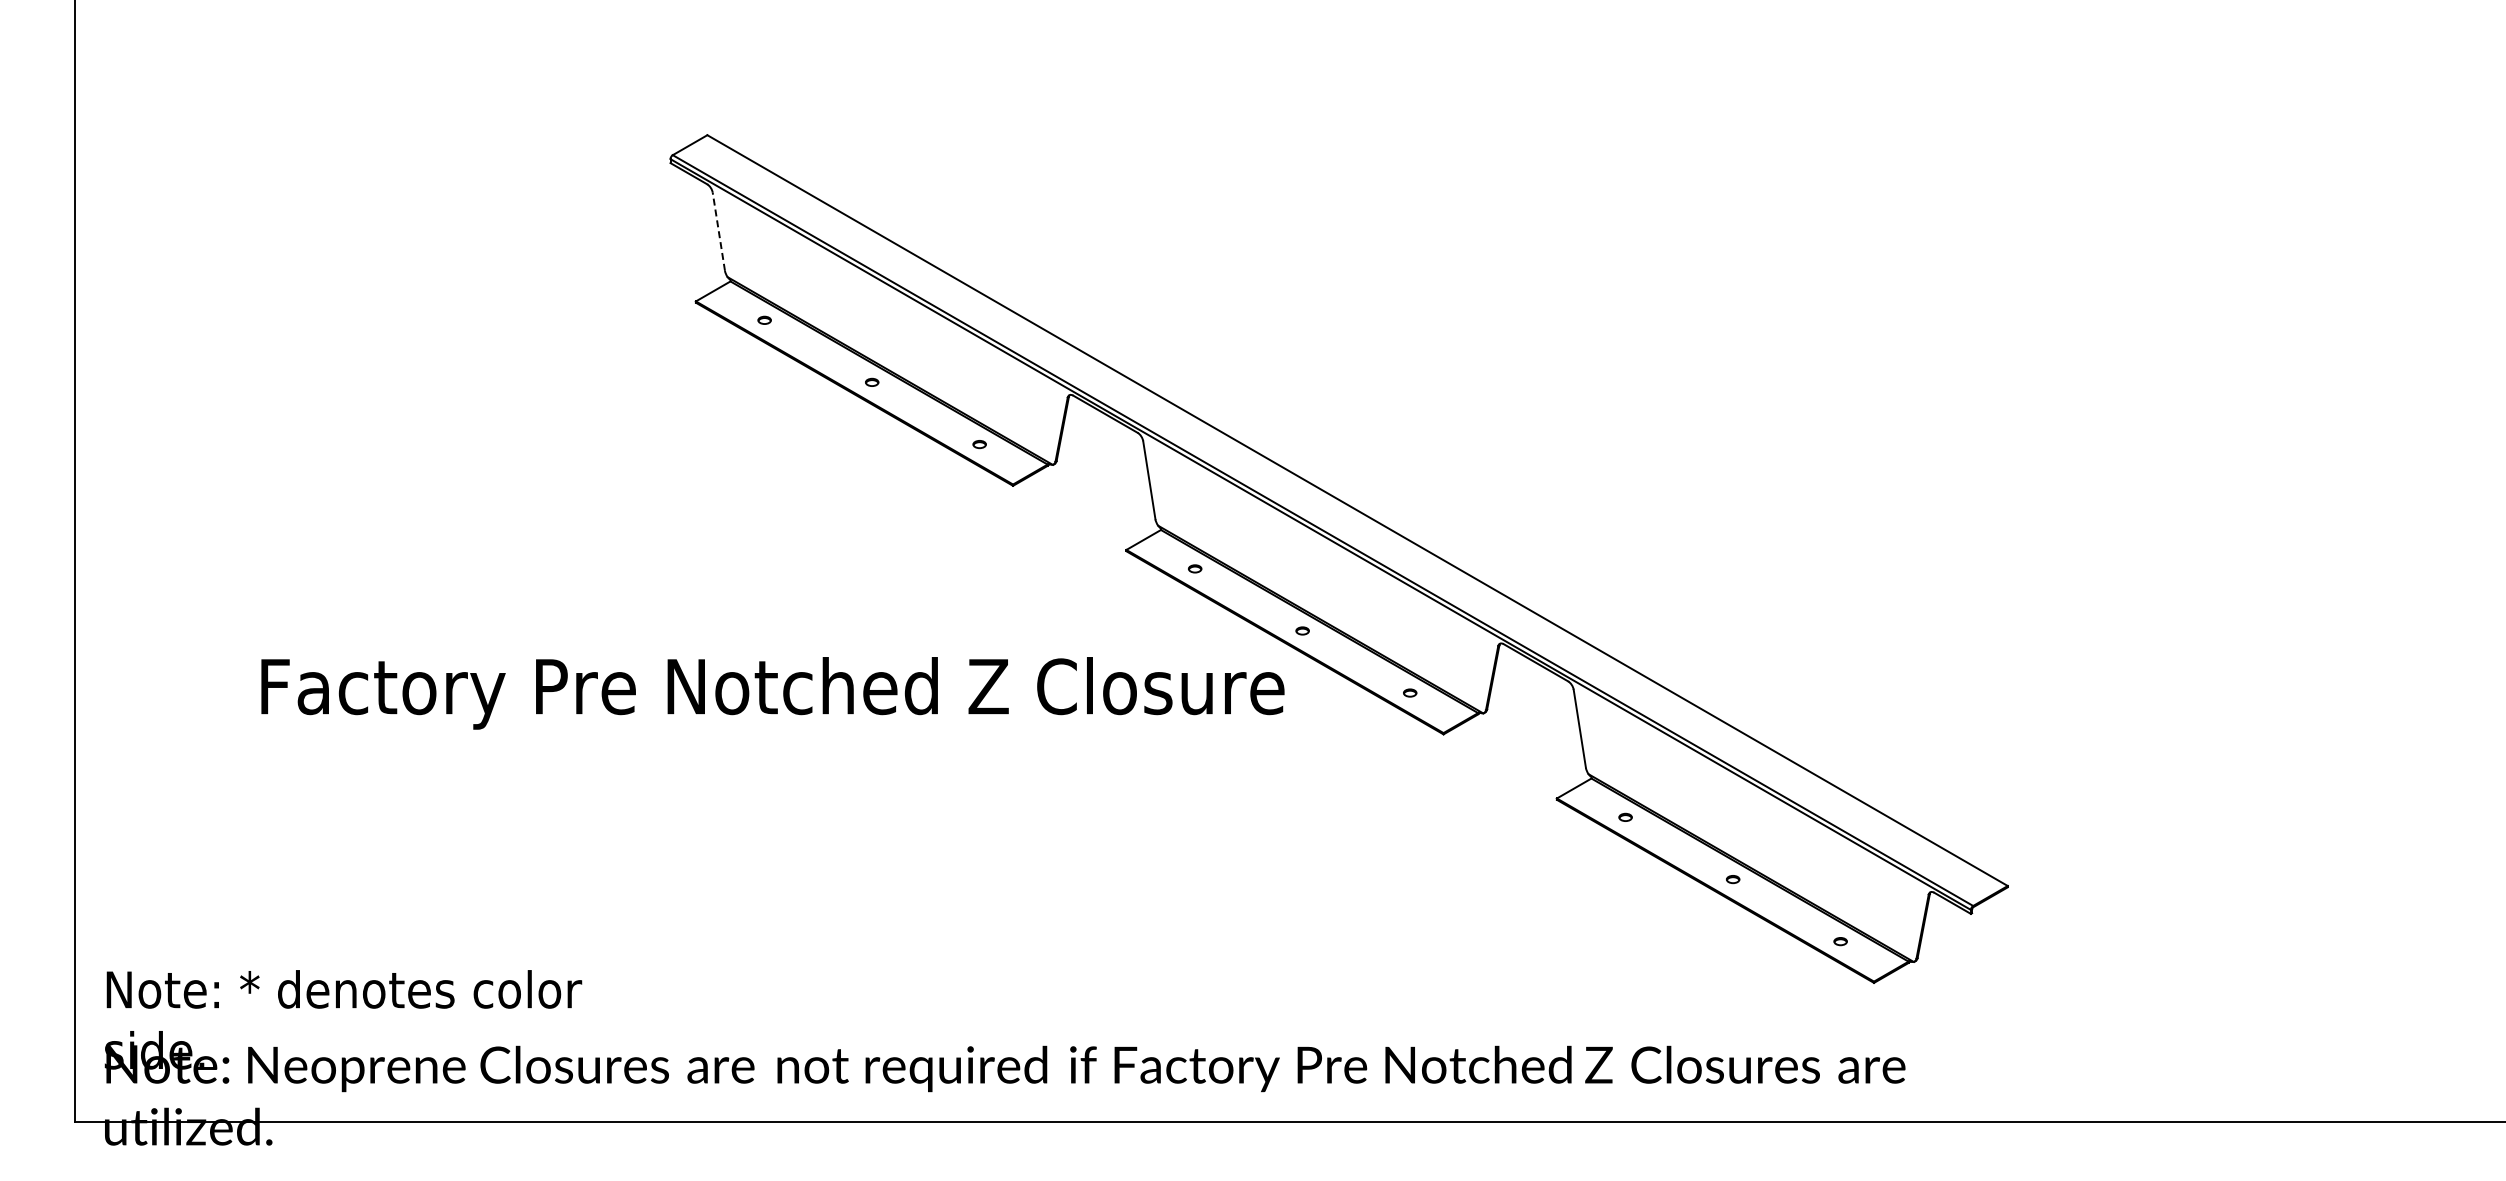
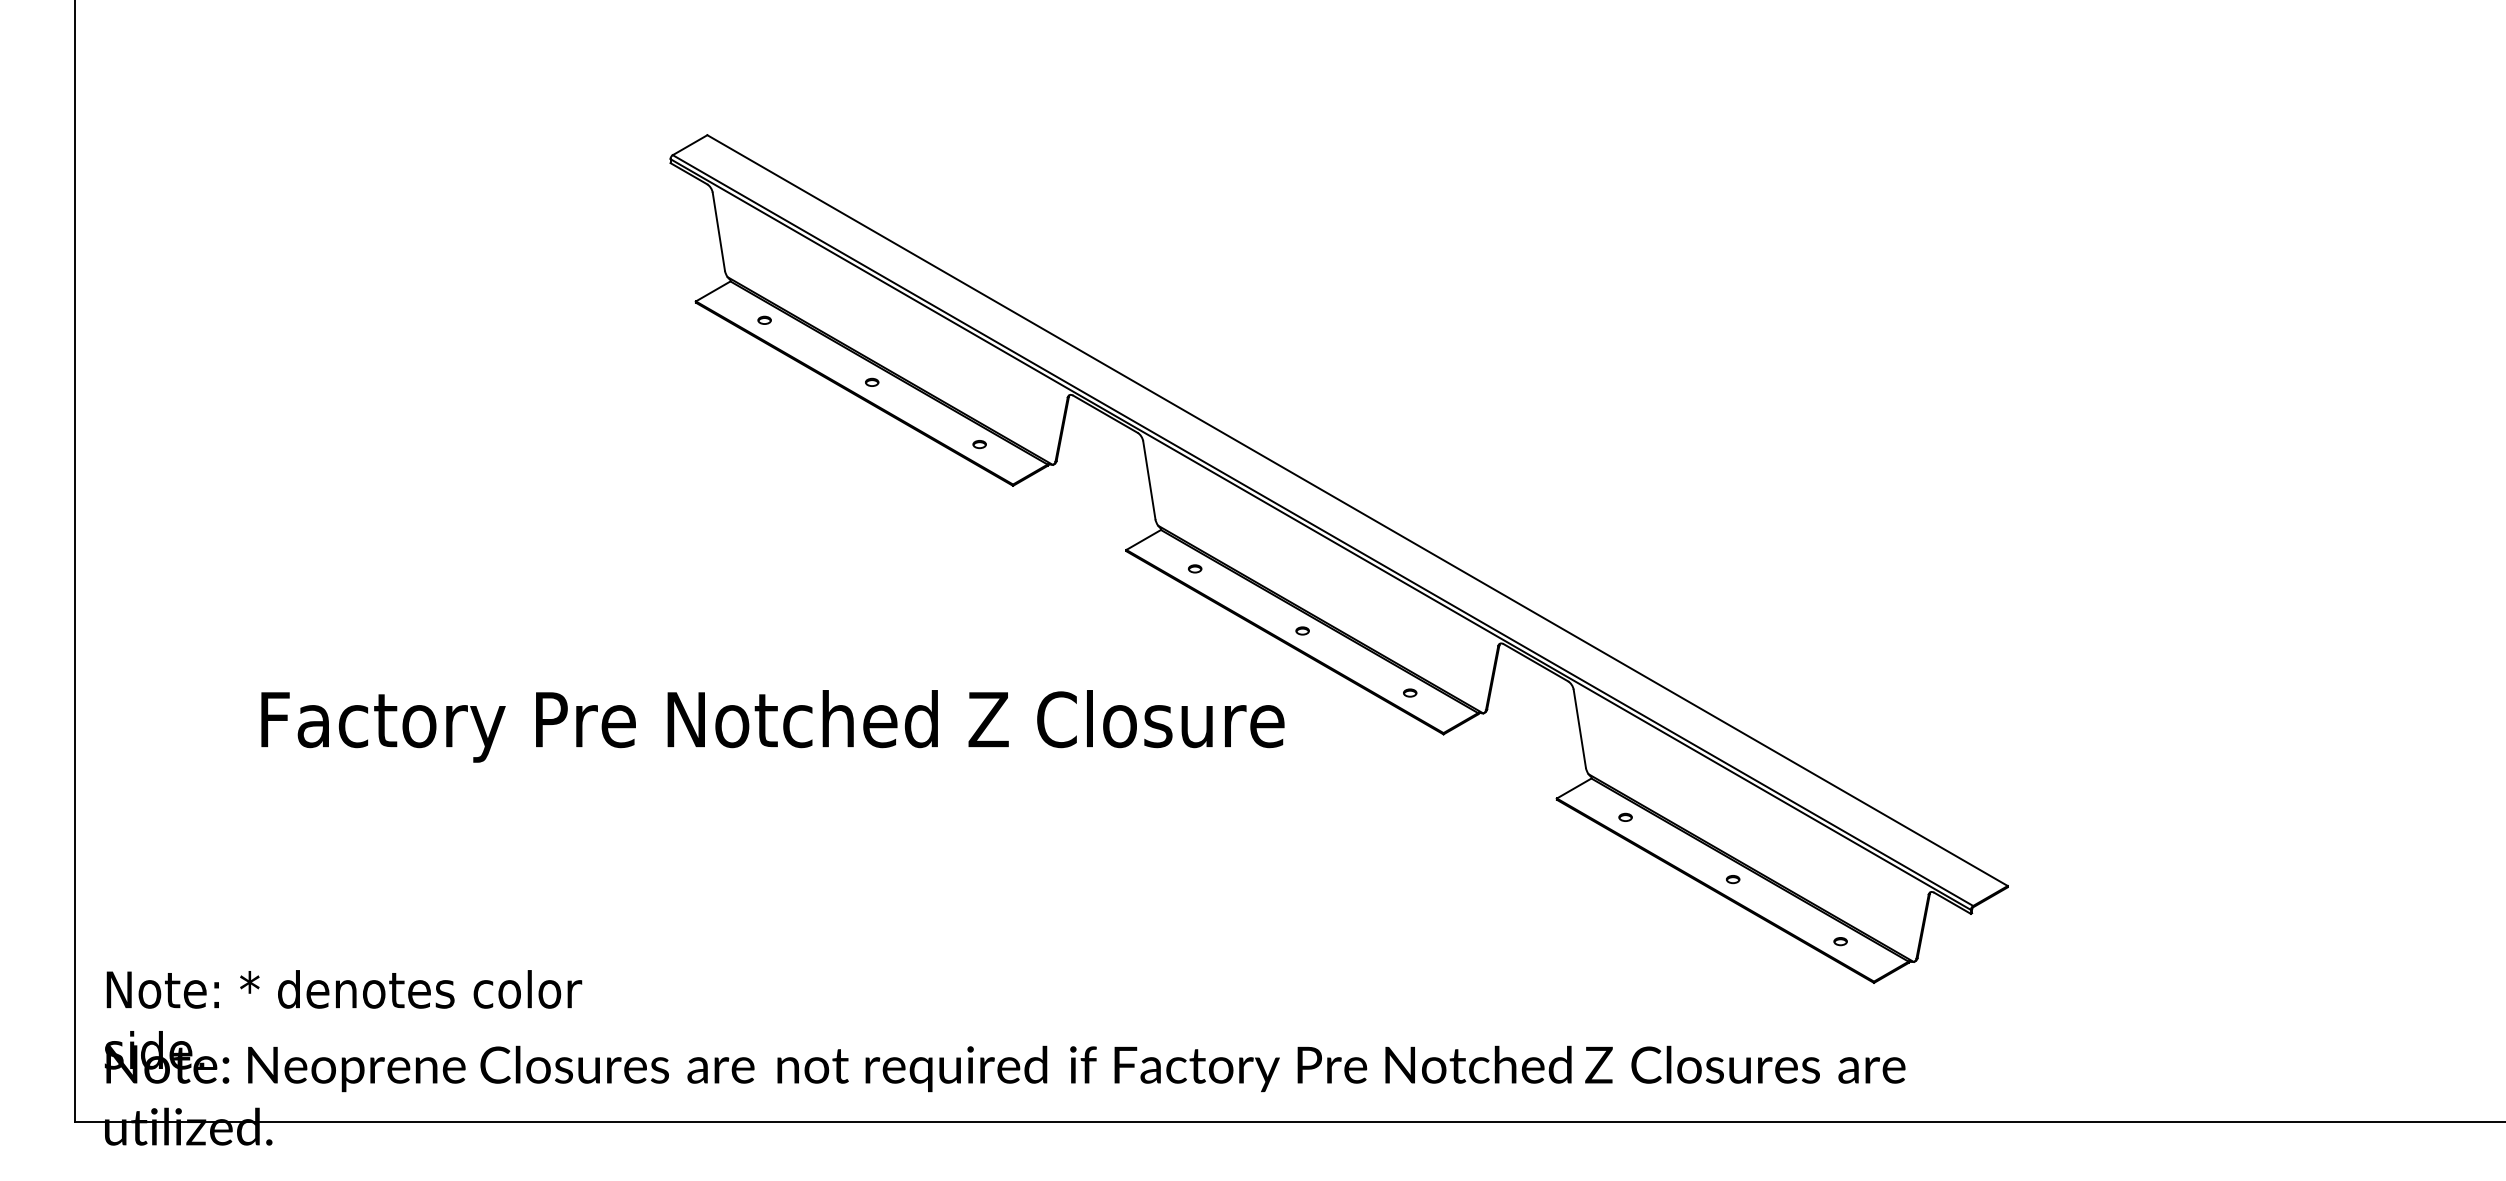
line at (718, 231): dashed -> solid
text at (772, 693) position: (772, 693) -> (772, 726)
